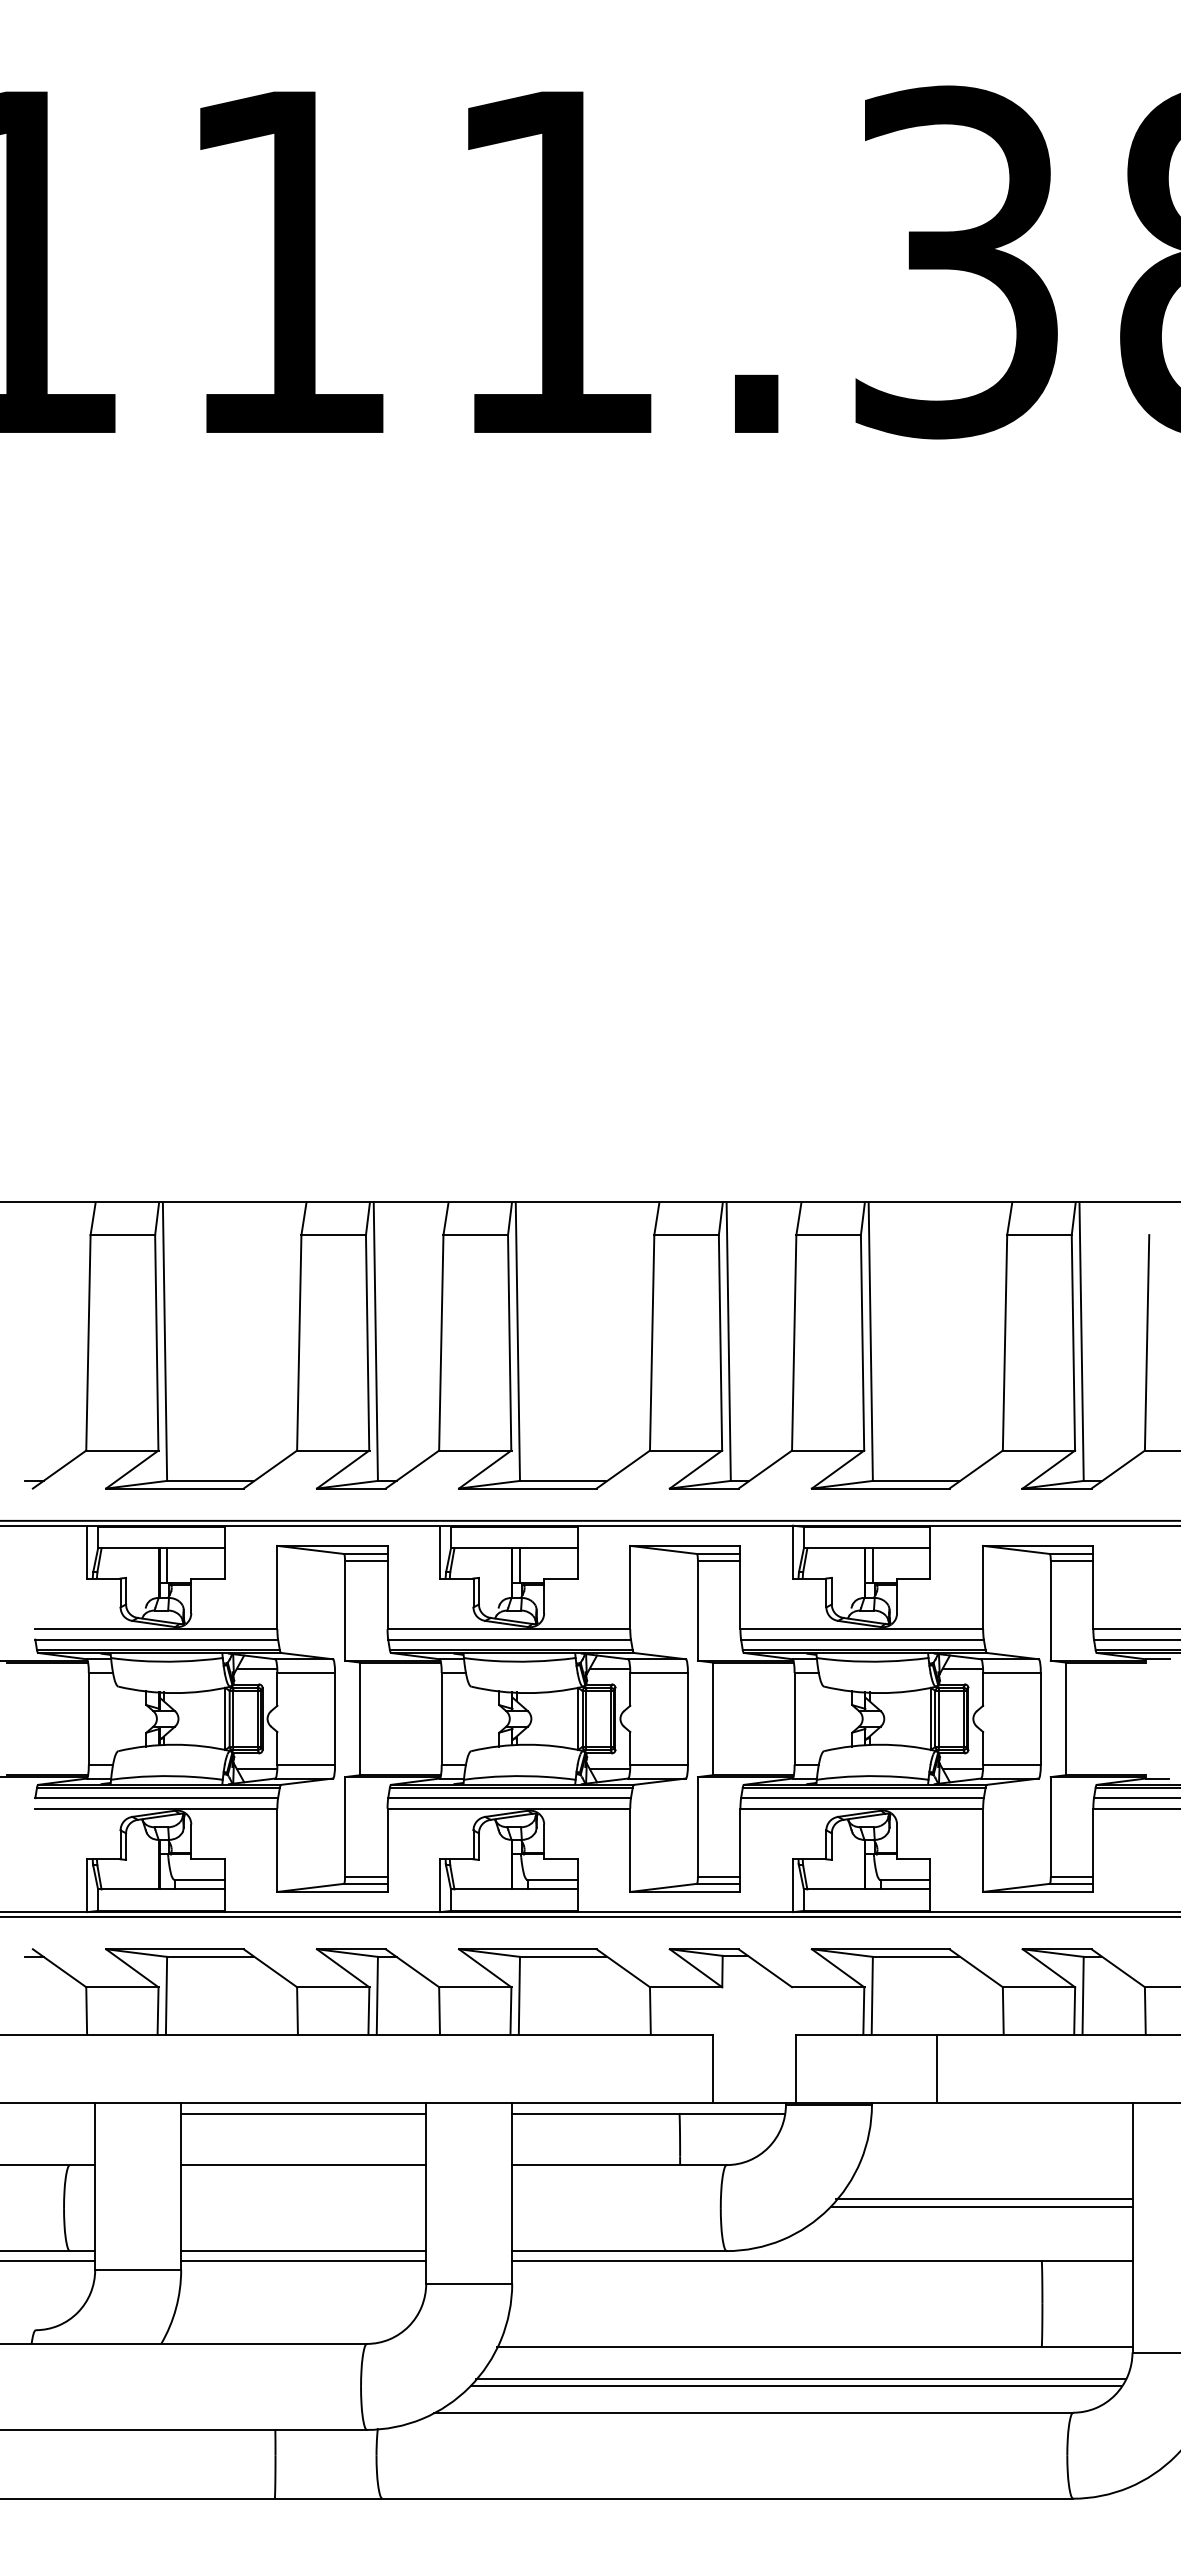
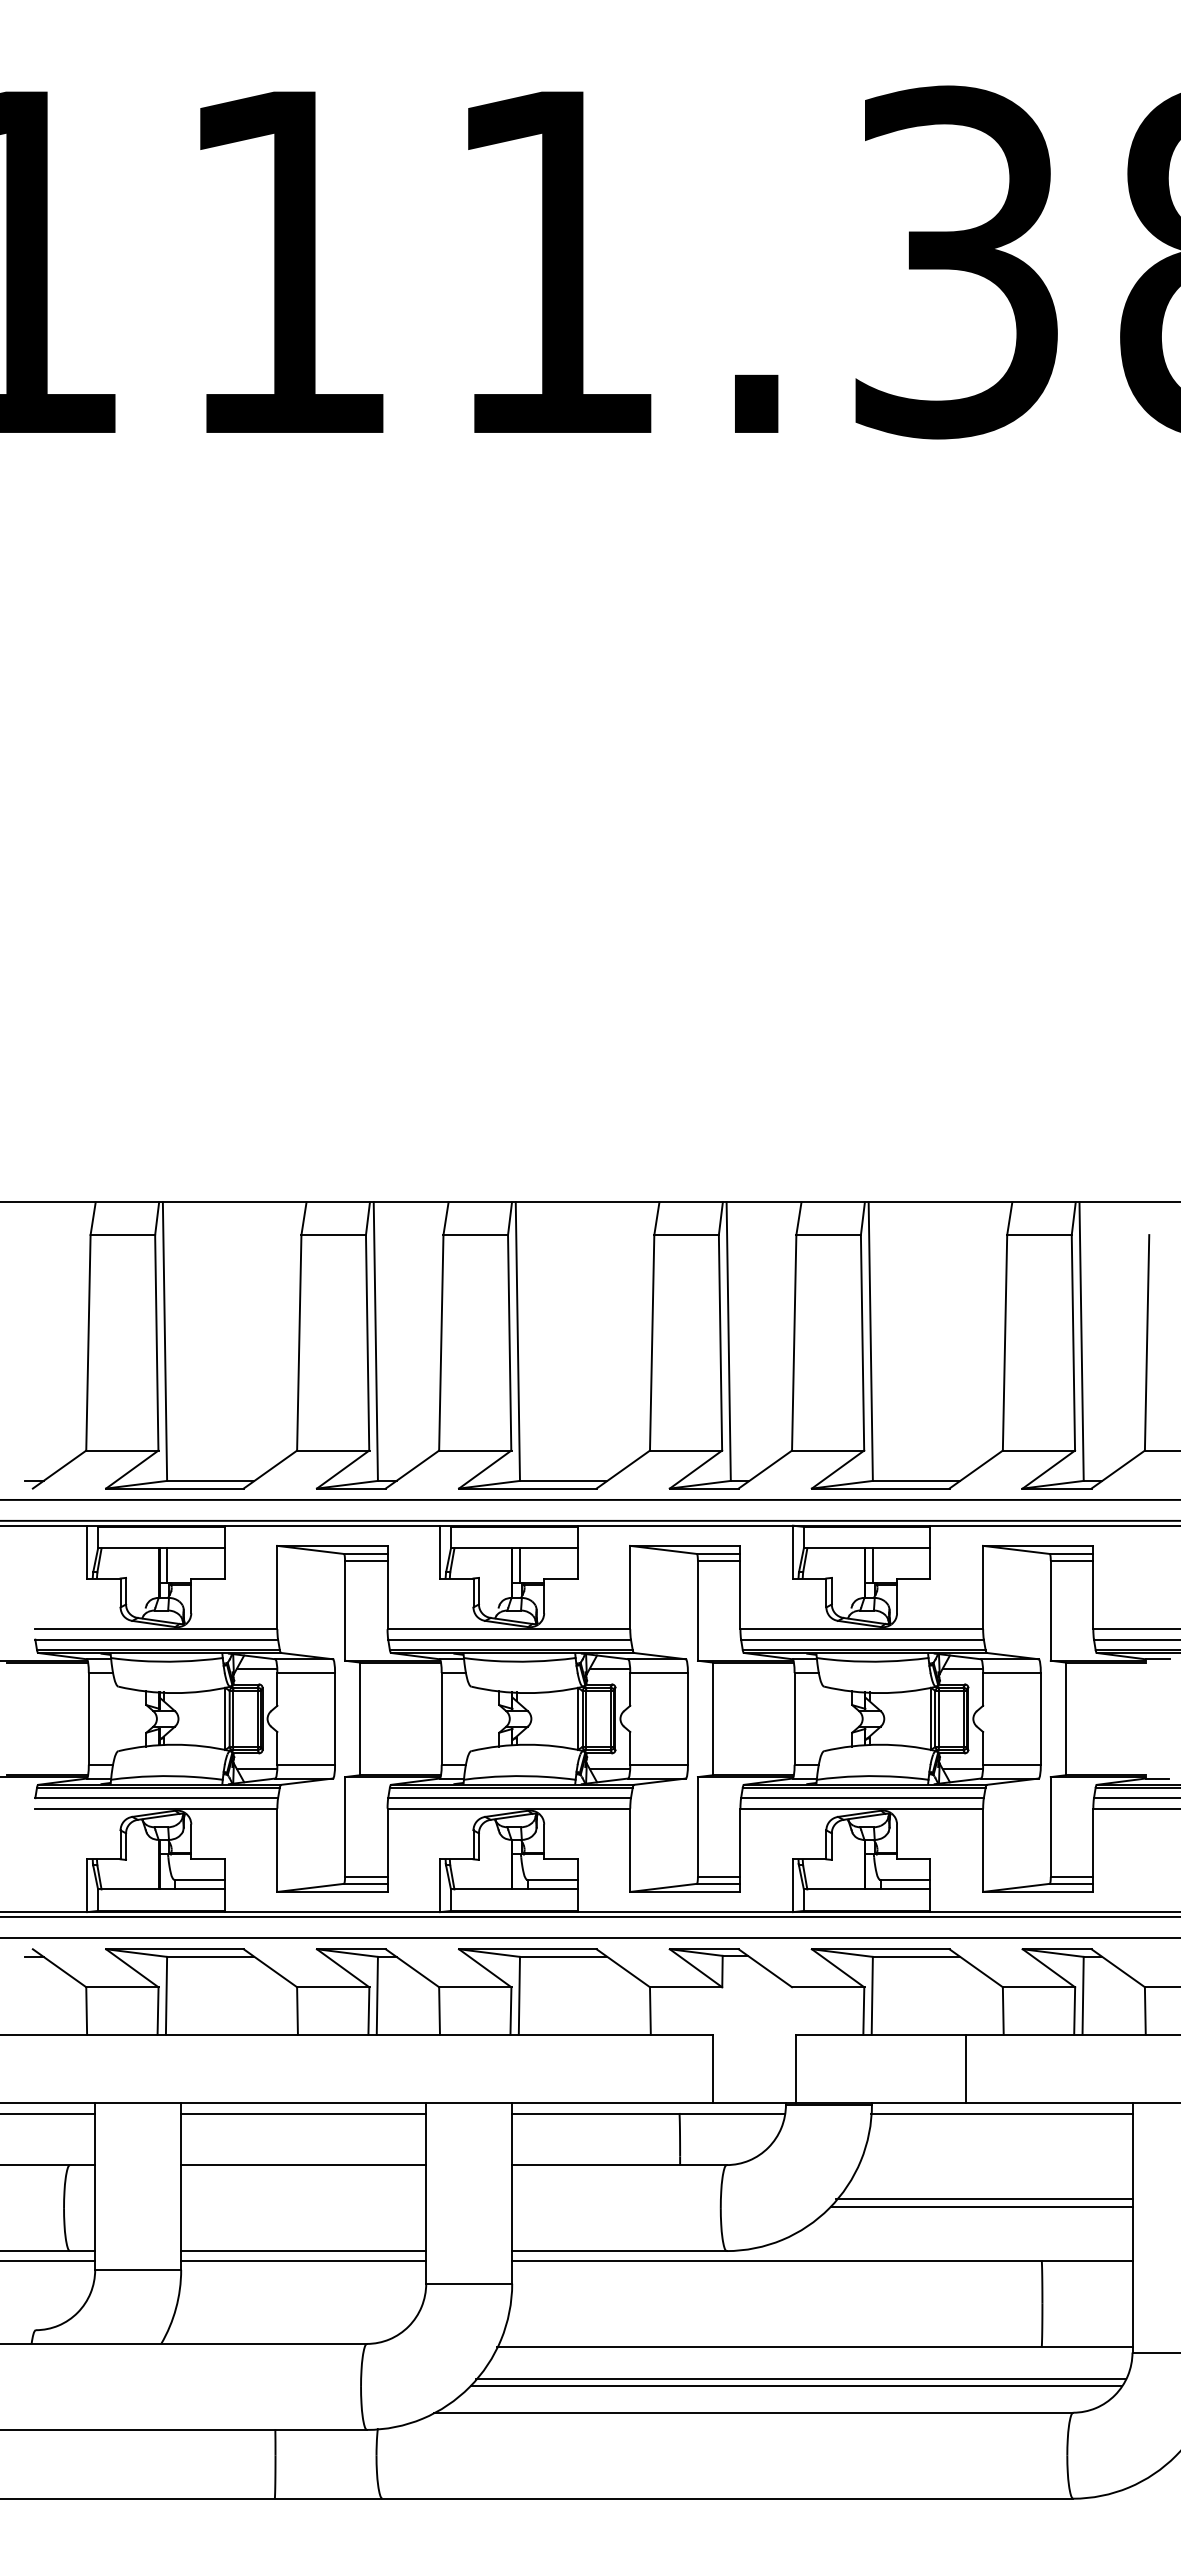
line at (589, 1499): none -> present
line at (589, 1937): none -> present
line at (937, 2068) position: (937, 2068) -> (966, 2068)
line at (48, 2113): none -> present
line at (1001, 2113): none -> present
